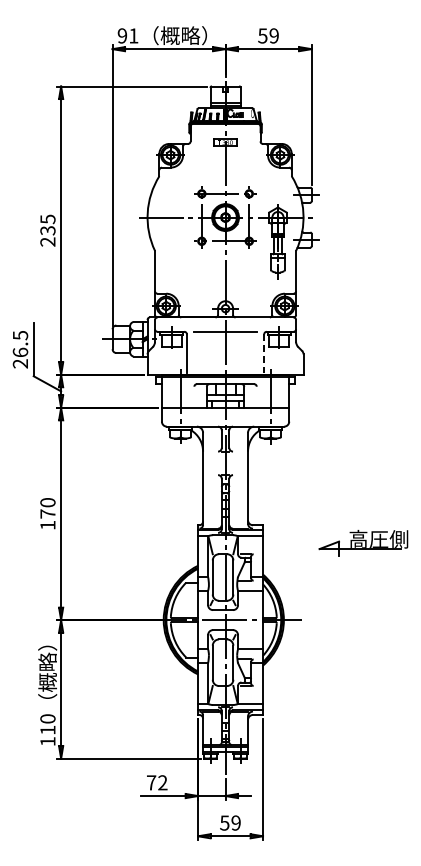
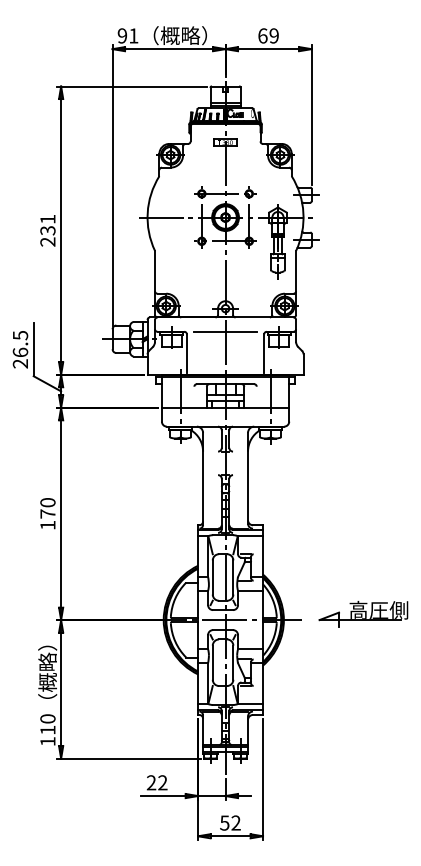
text at (262, 35): 59 -> 69
text at (47, 219): 235 -> 231
line at (264, 353): dashed -> solid
part at (363, 543) position: (363, 543) -> (363, 614)
text at (151, 782): 72 -> 22
text at (235, 823): 59 -> 52
